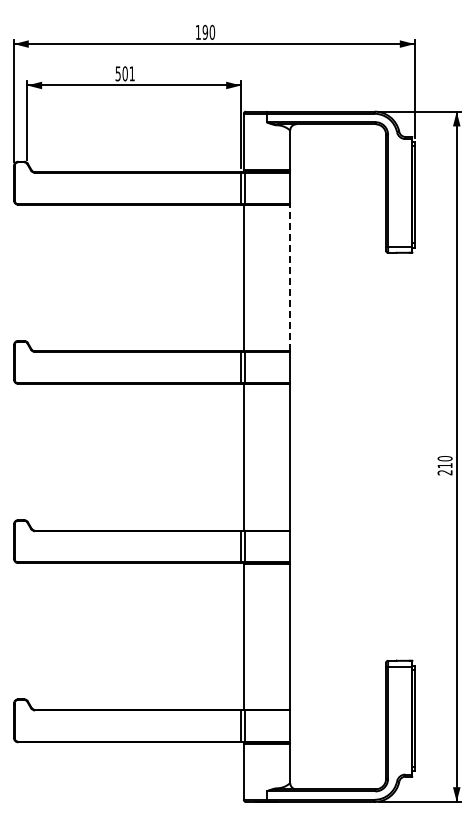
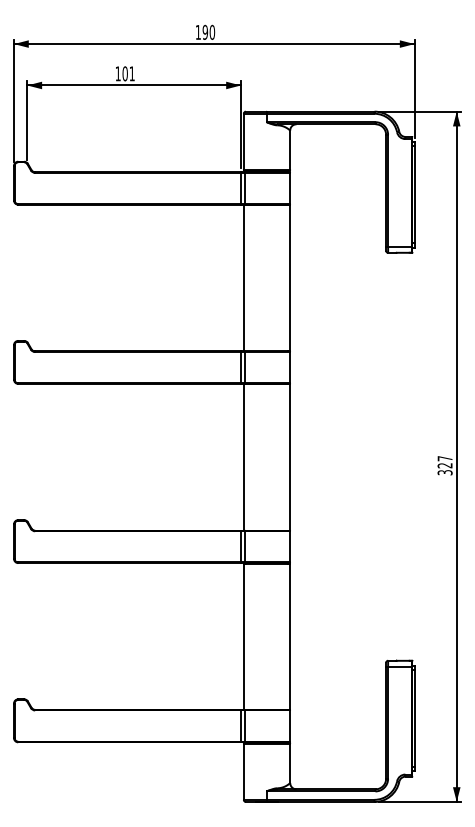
text at (117, 73): 501 -> 101
line at (290, 277): dashed -> solid
text at (444, 465): 210 -> 327
